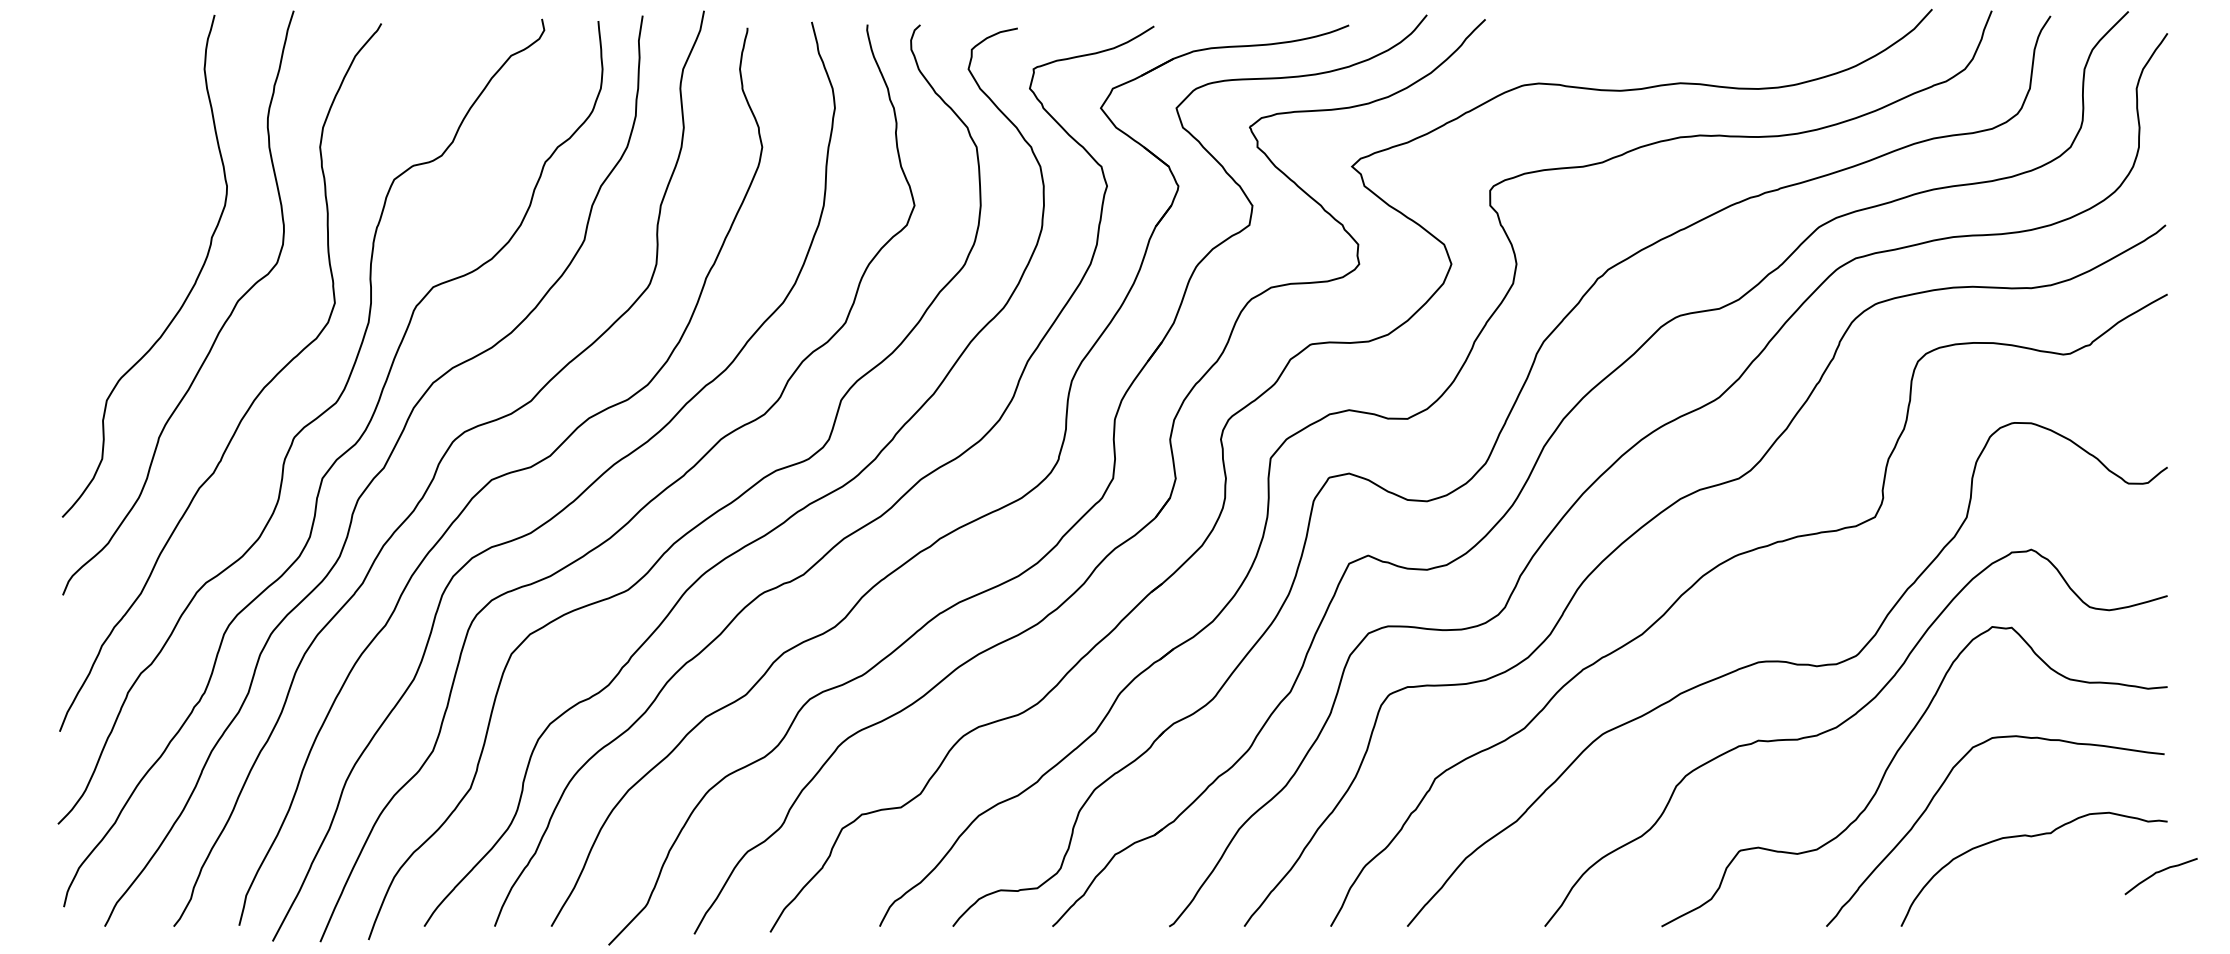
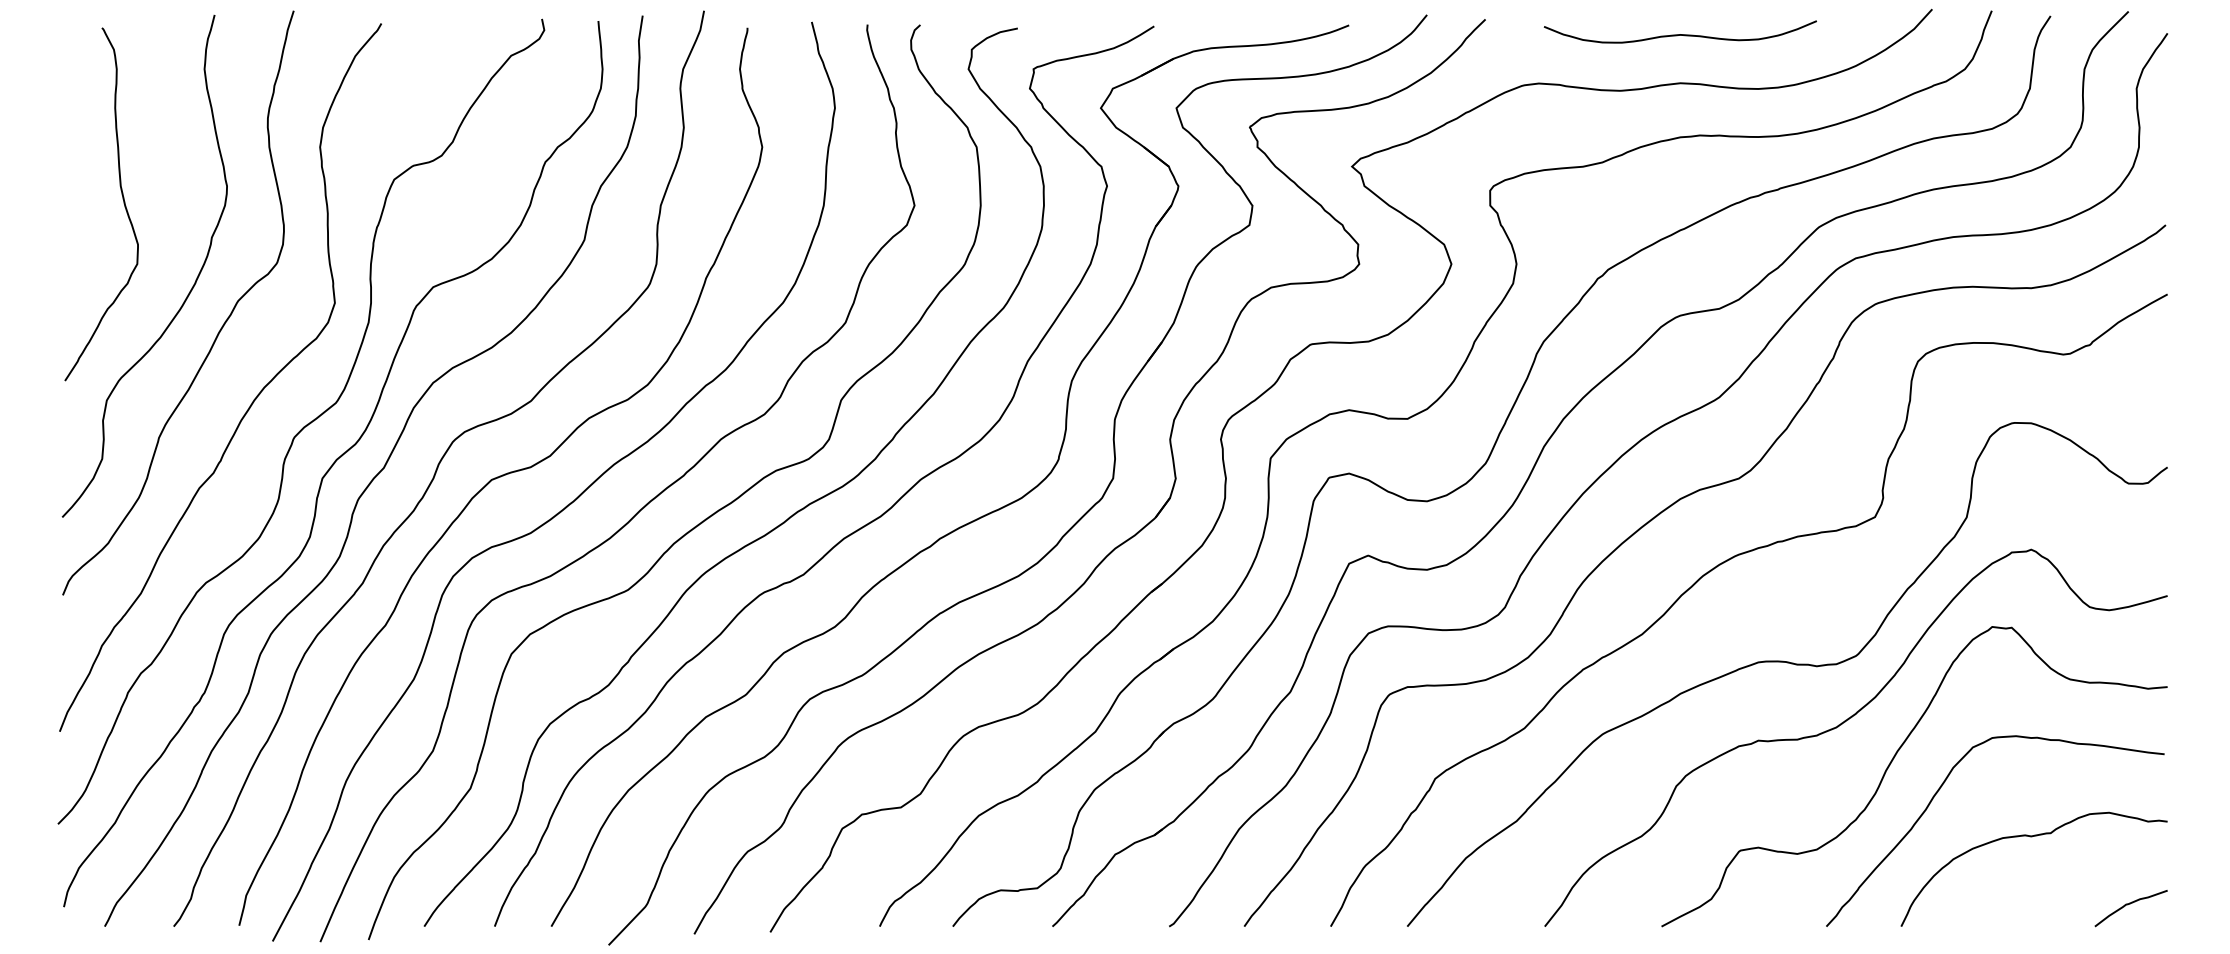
curve at (1679, 34): none -> present
curve at (122, 199): none -> present
curve at (2160, 872) position: (2160, 872) -> (2130, 904)
